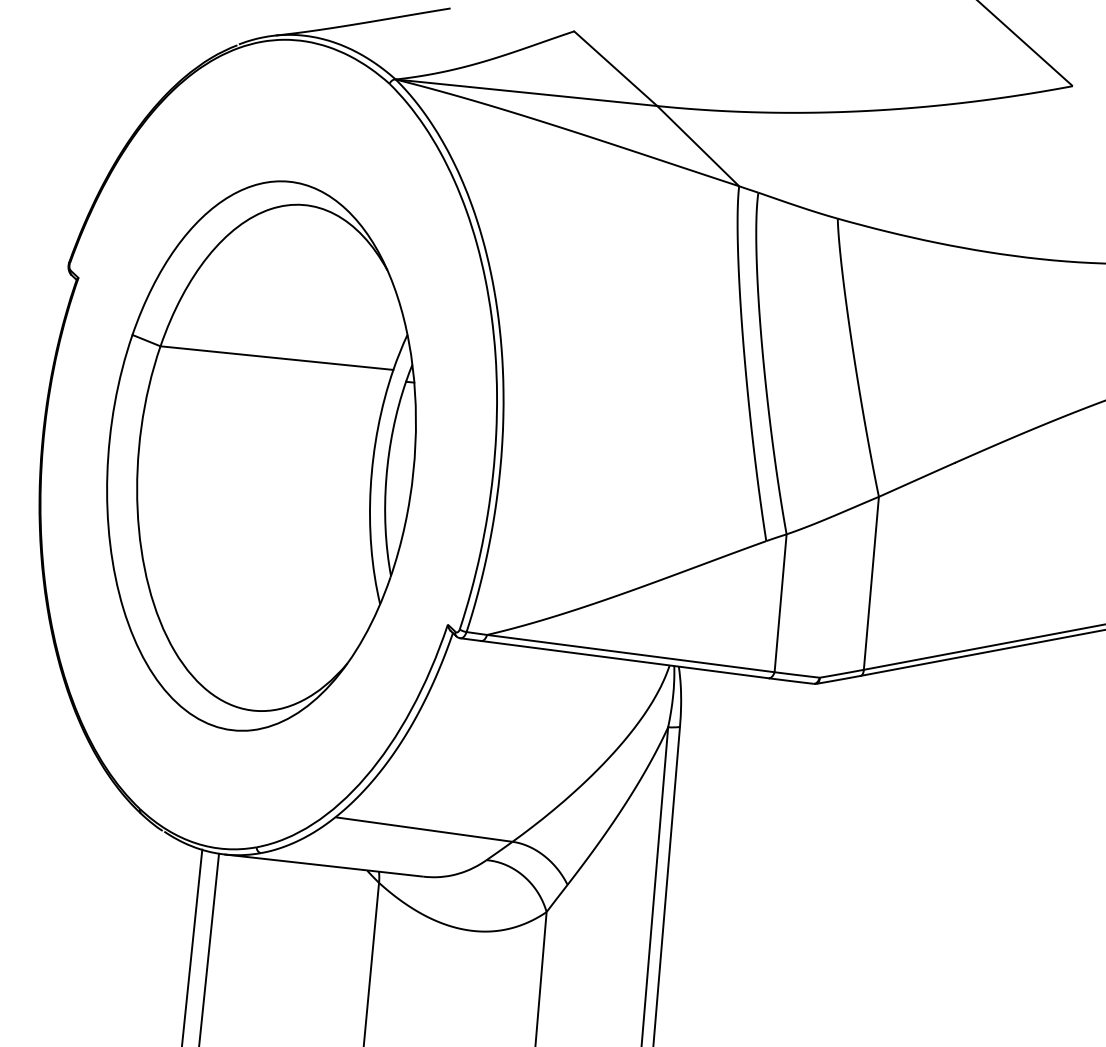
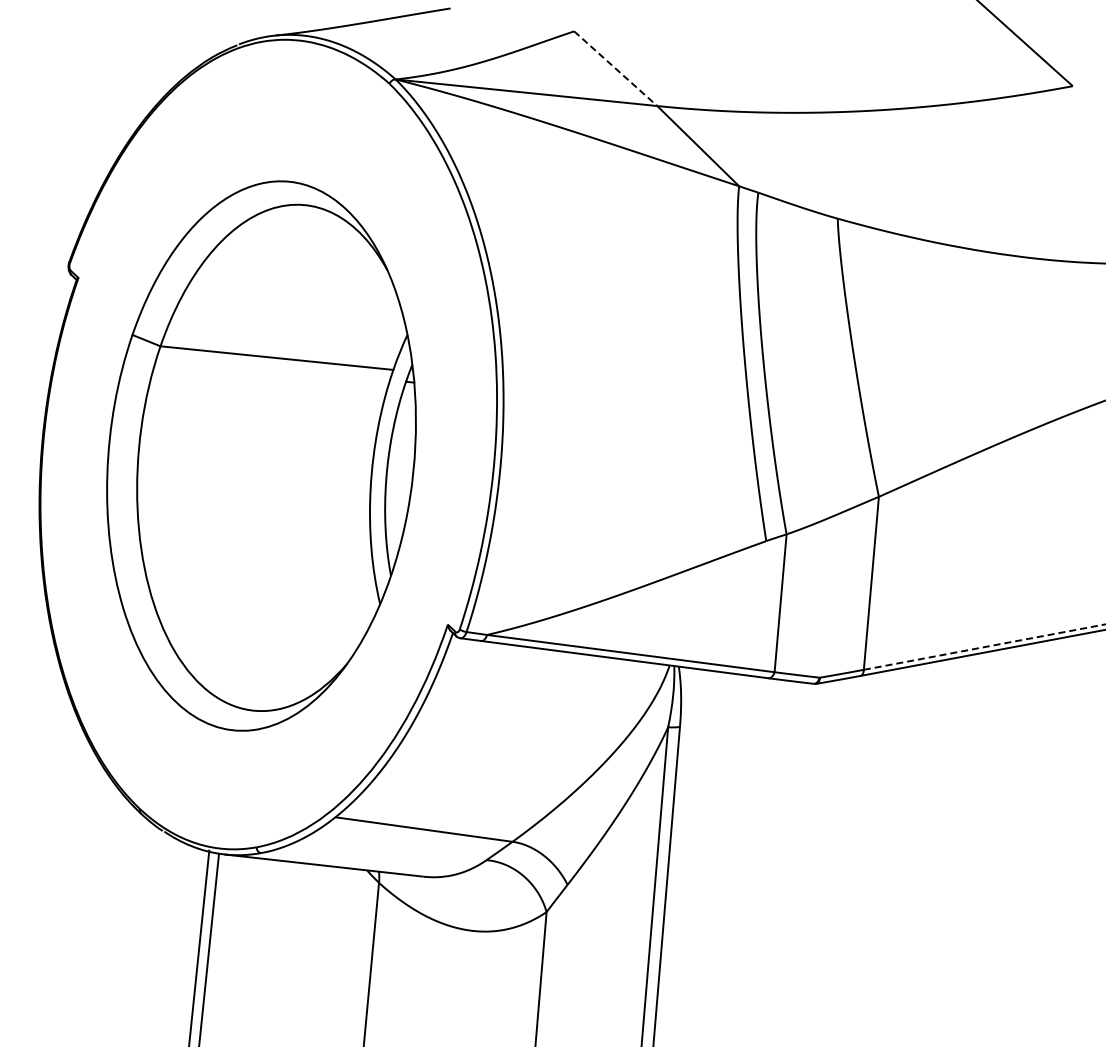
line at (615, 68): solid -> dashed
line at (984, 647): solid -> dashed
line at (192, 946) position: (192, 946) -> (199, 946)
